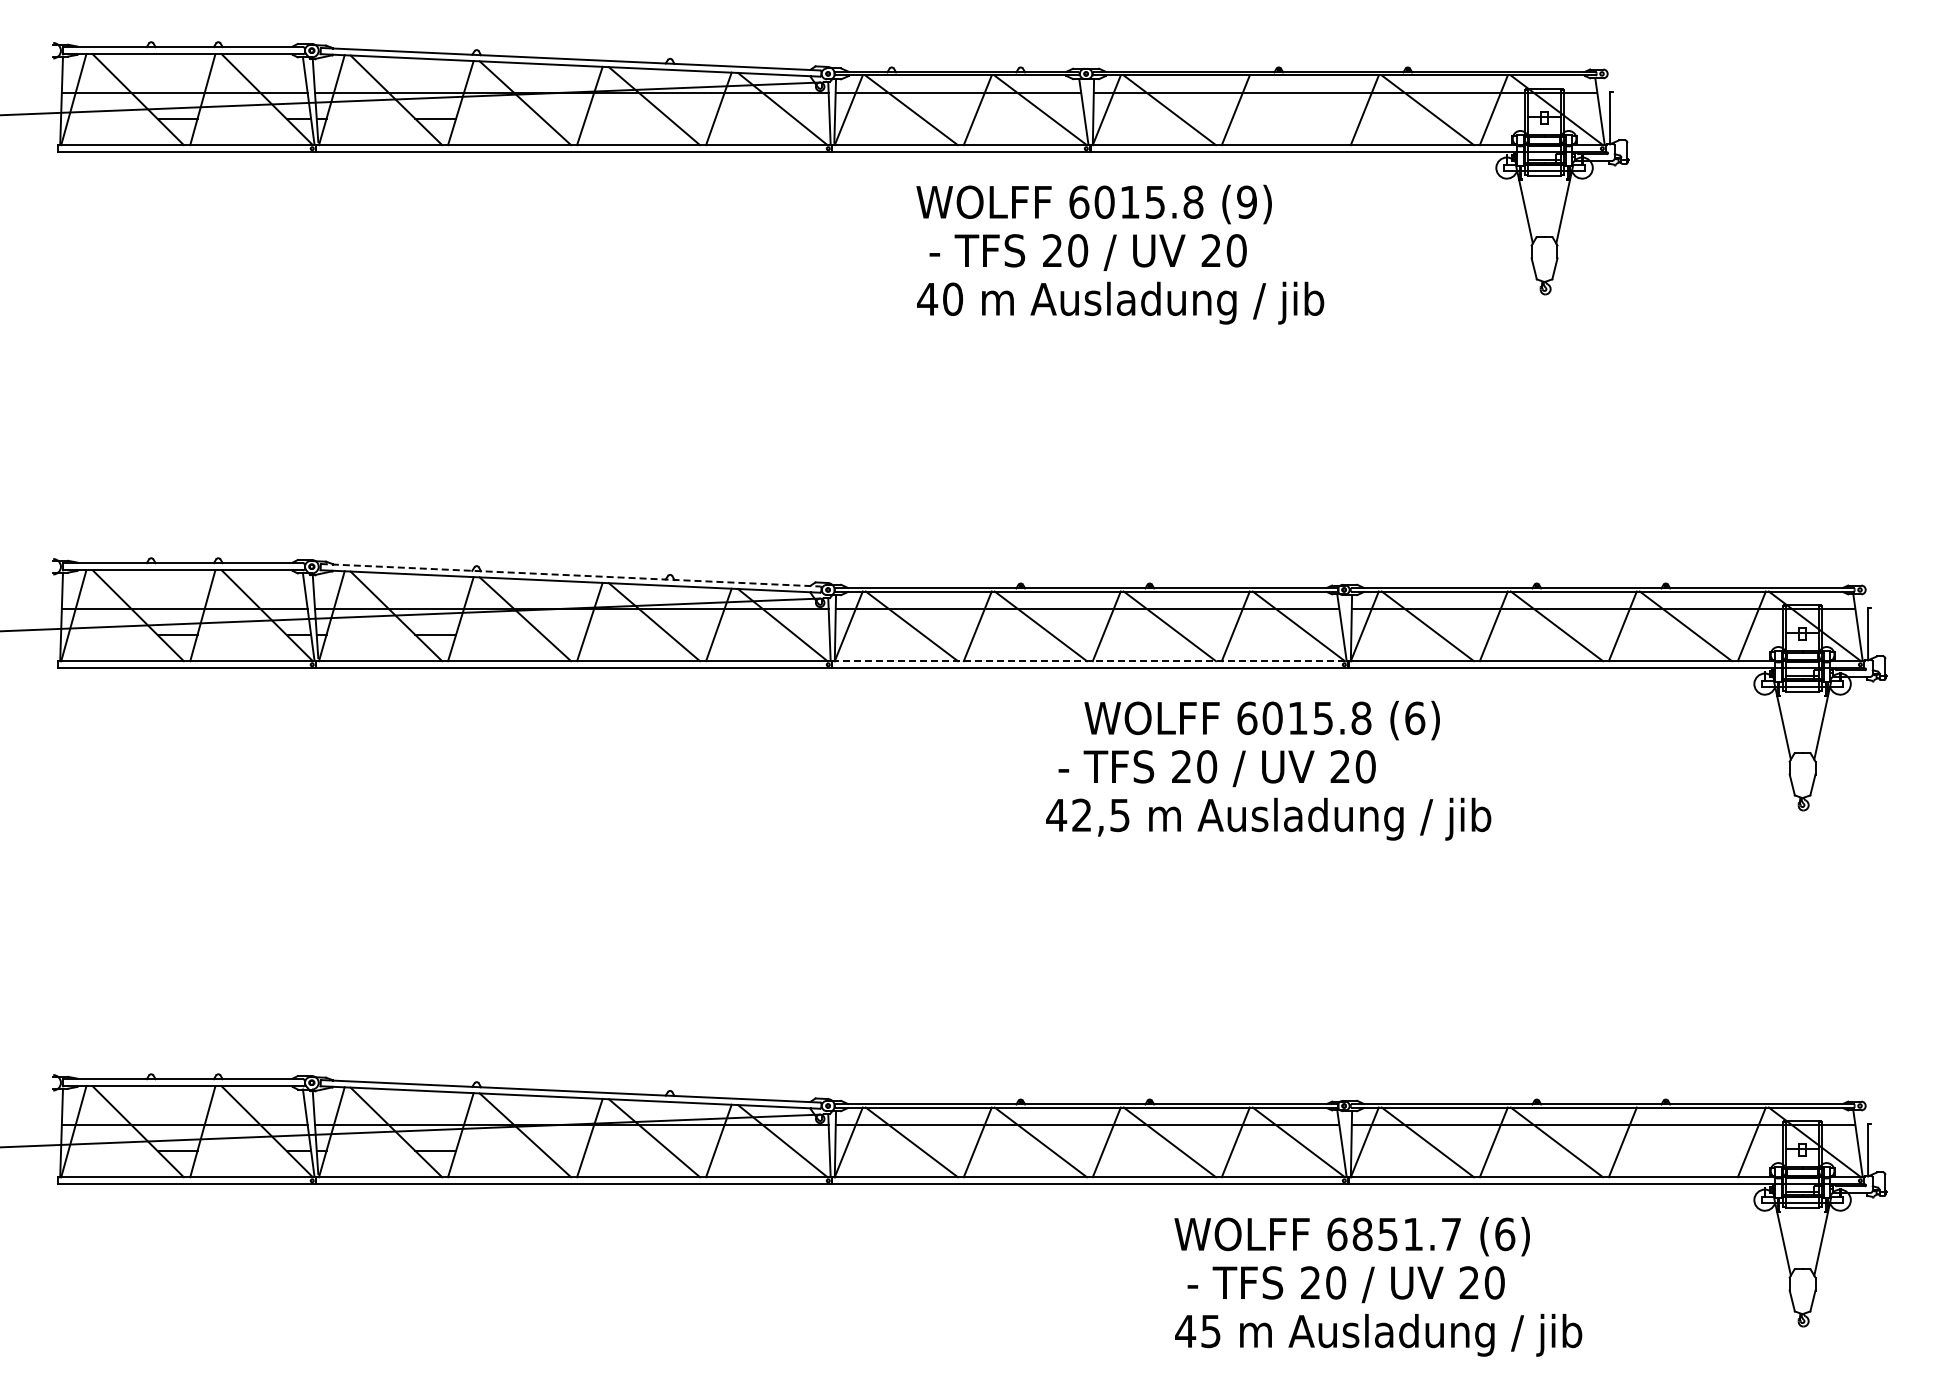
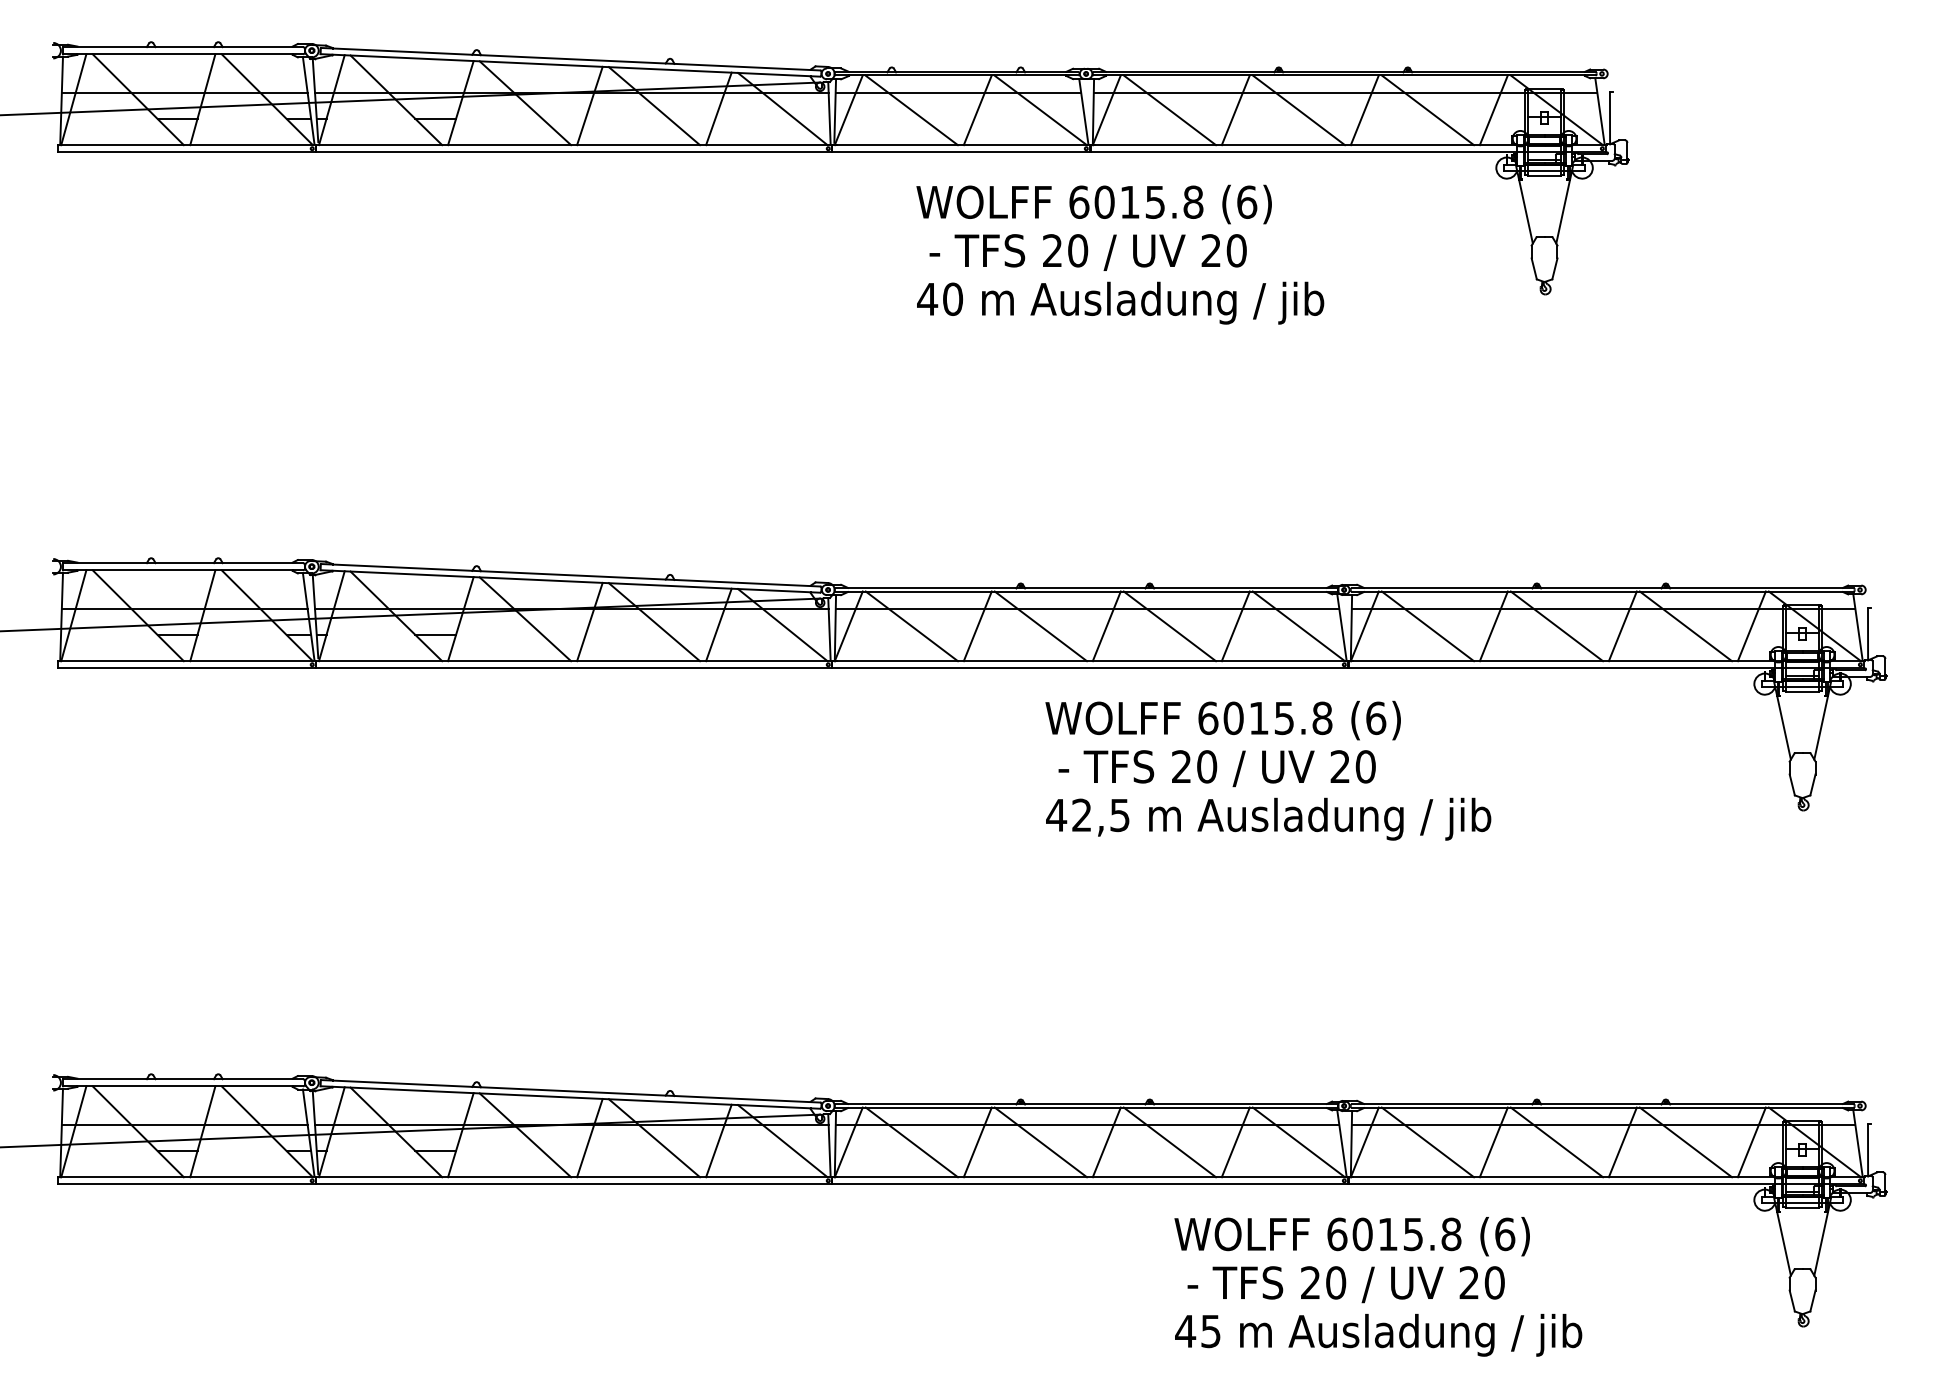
line at (1298, 110): none -> present
text at (1247, 201): (9) -> (6)
line at (570, 575): dashed -> solid
line at (1090, 661): dashed -> solid
text at (1261, 720) position: (1261, 720) -> (1222, 720)
line at (1685, 1142): none -> present
text at (1406, 1234): 6851.7 -> 6015.8
